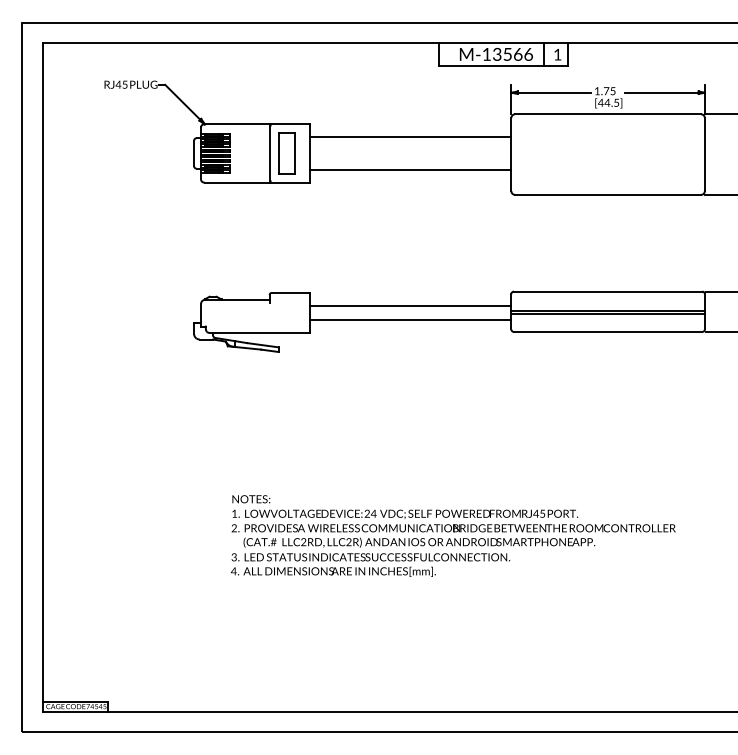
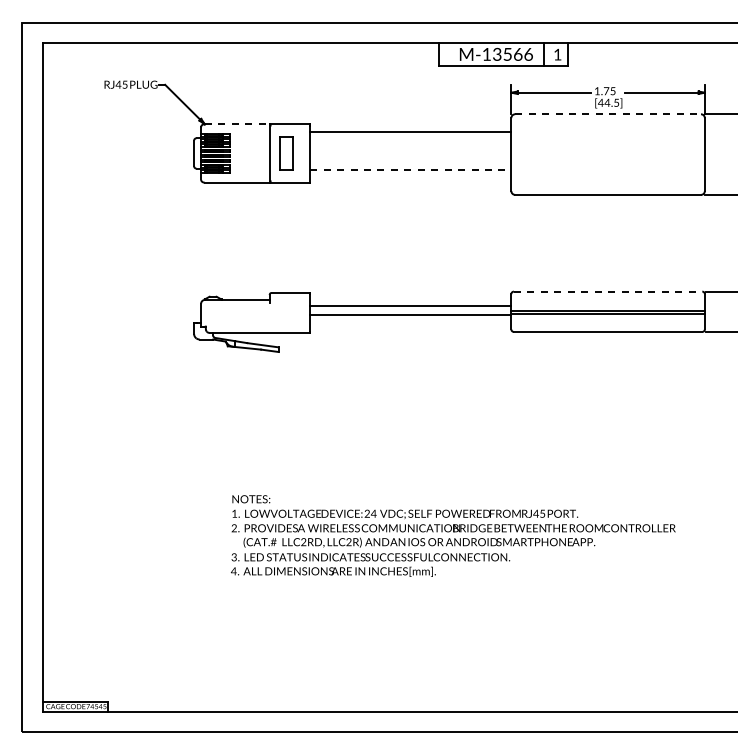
line at (608, 114): solid -> dashed
line at (237, 124): solid -> dashed
line at (410, 137) position: (410, 137) -> (410, 132)
part at (286, 153) size: 18x43 px -> 15x35 px
line at (410, 169): solid -> dashed
line at (608, 291): solid -> dashed
line at (410, 319) position: (410, 319) -> (410, 314)
